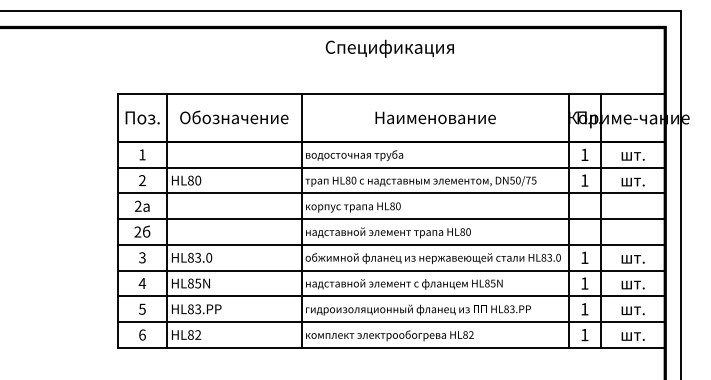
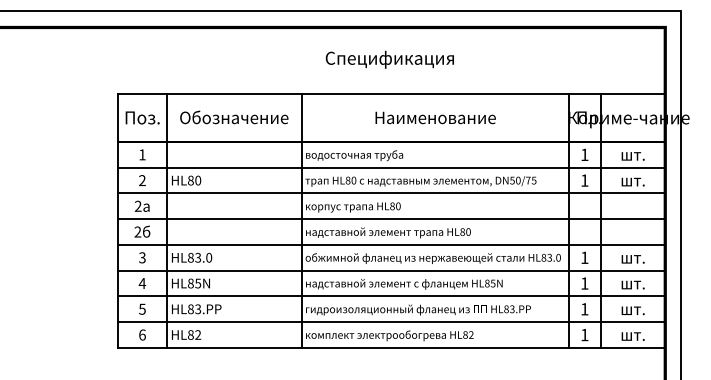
text at (389, 48) position: (389, 48) -> (389, 59)
